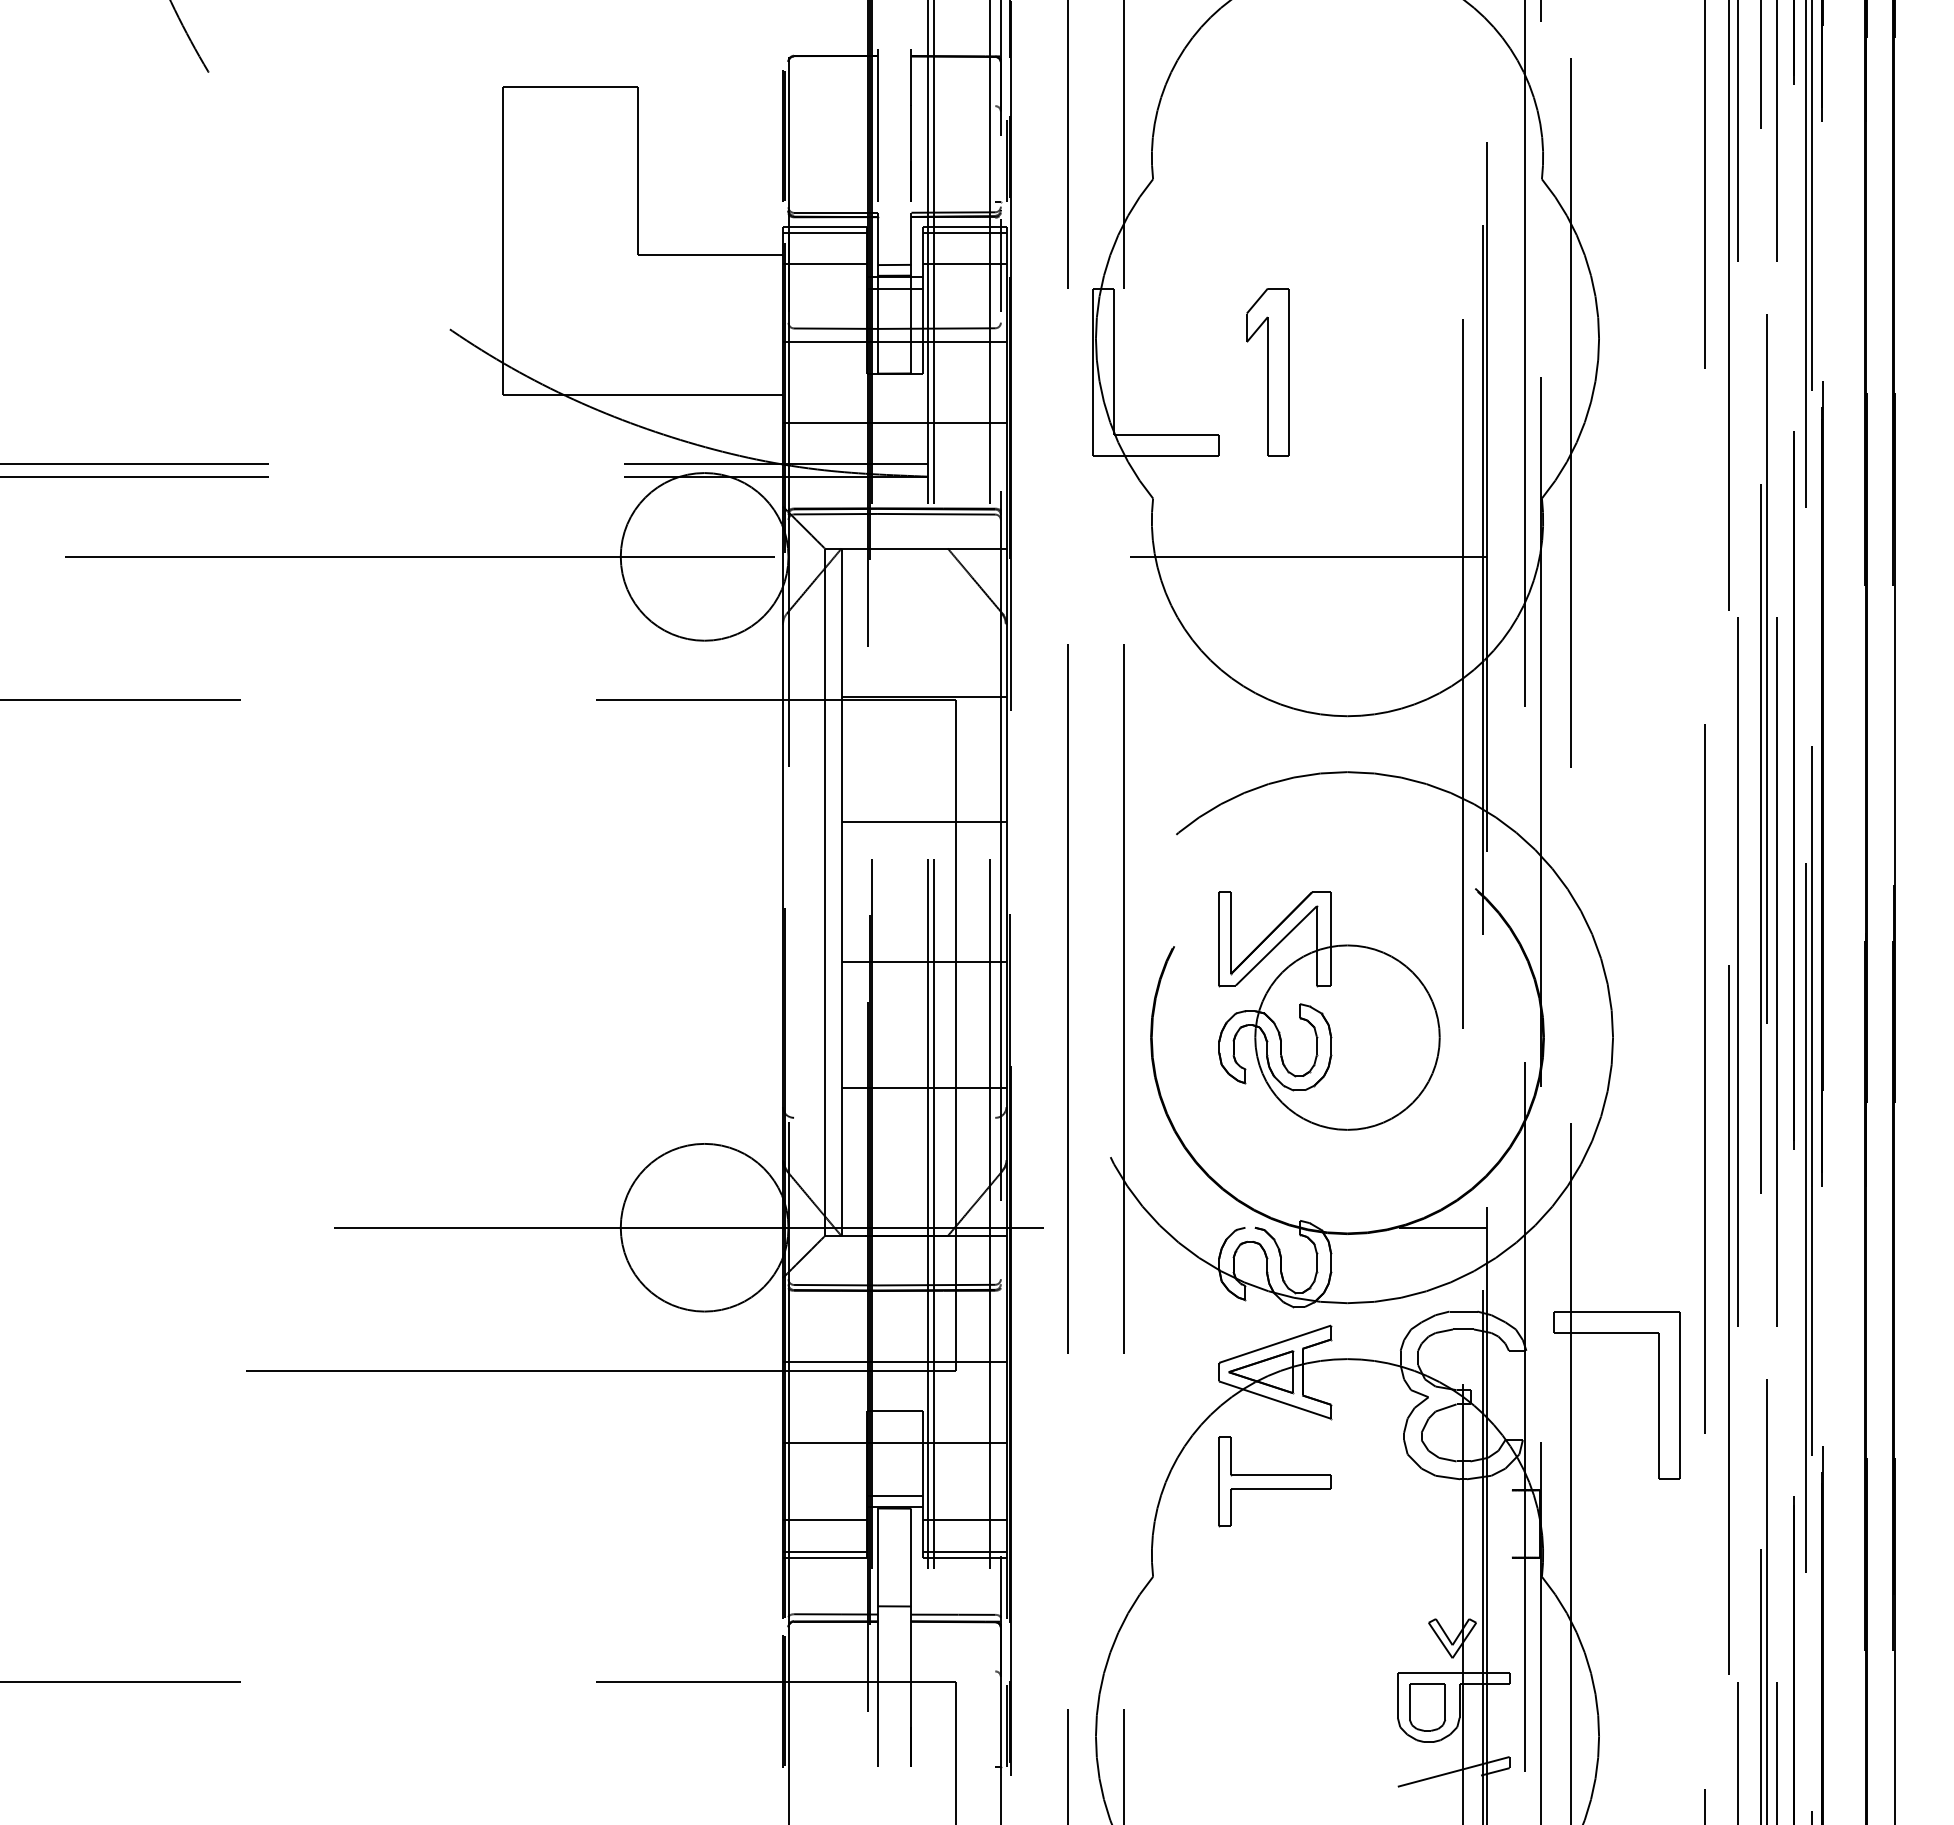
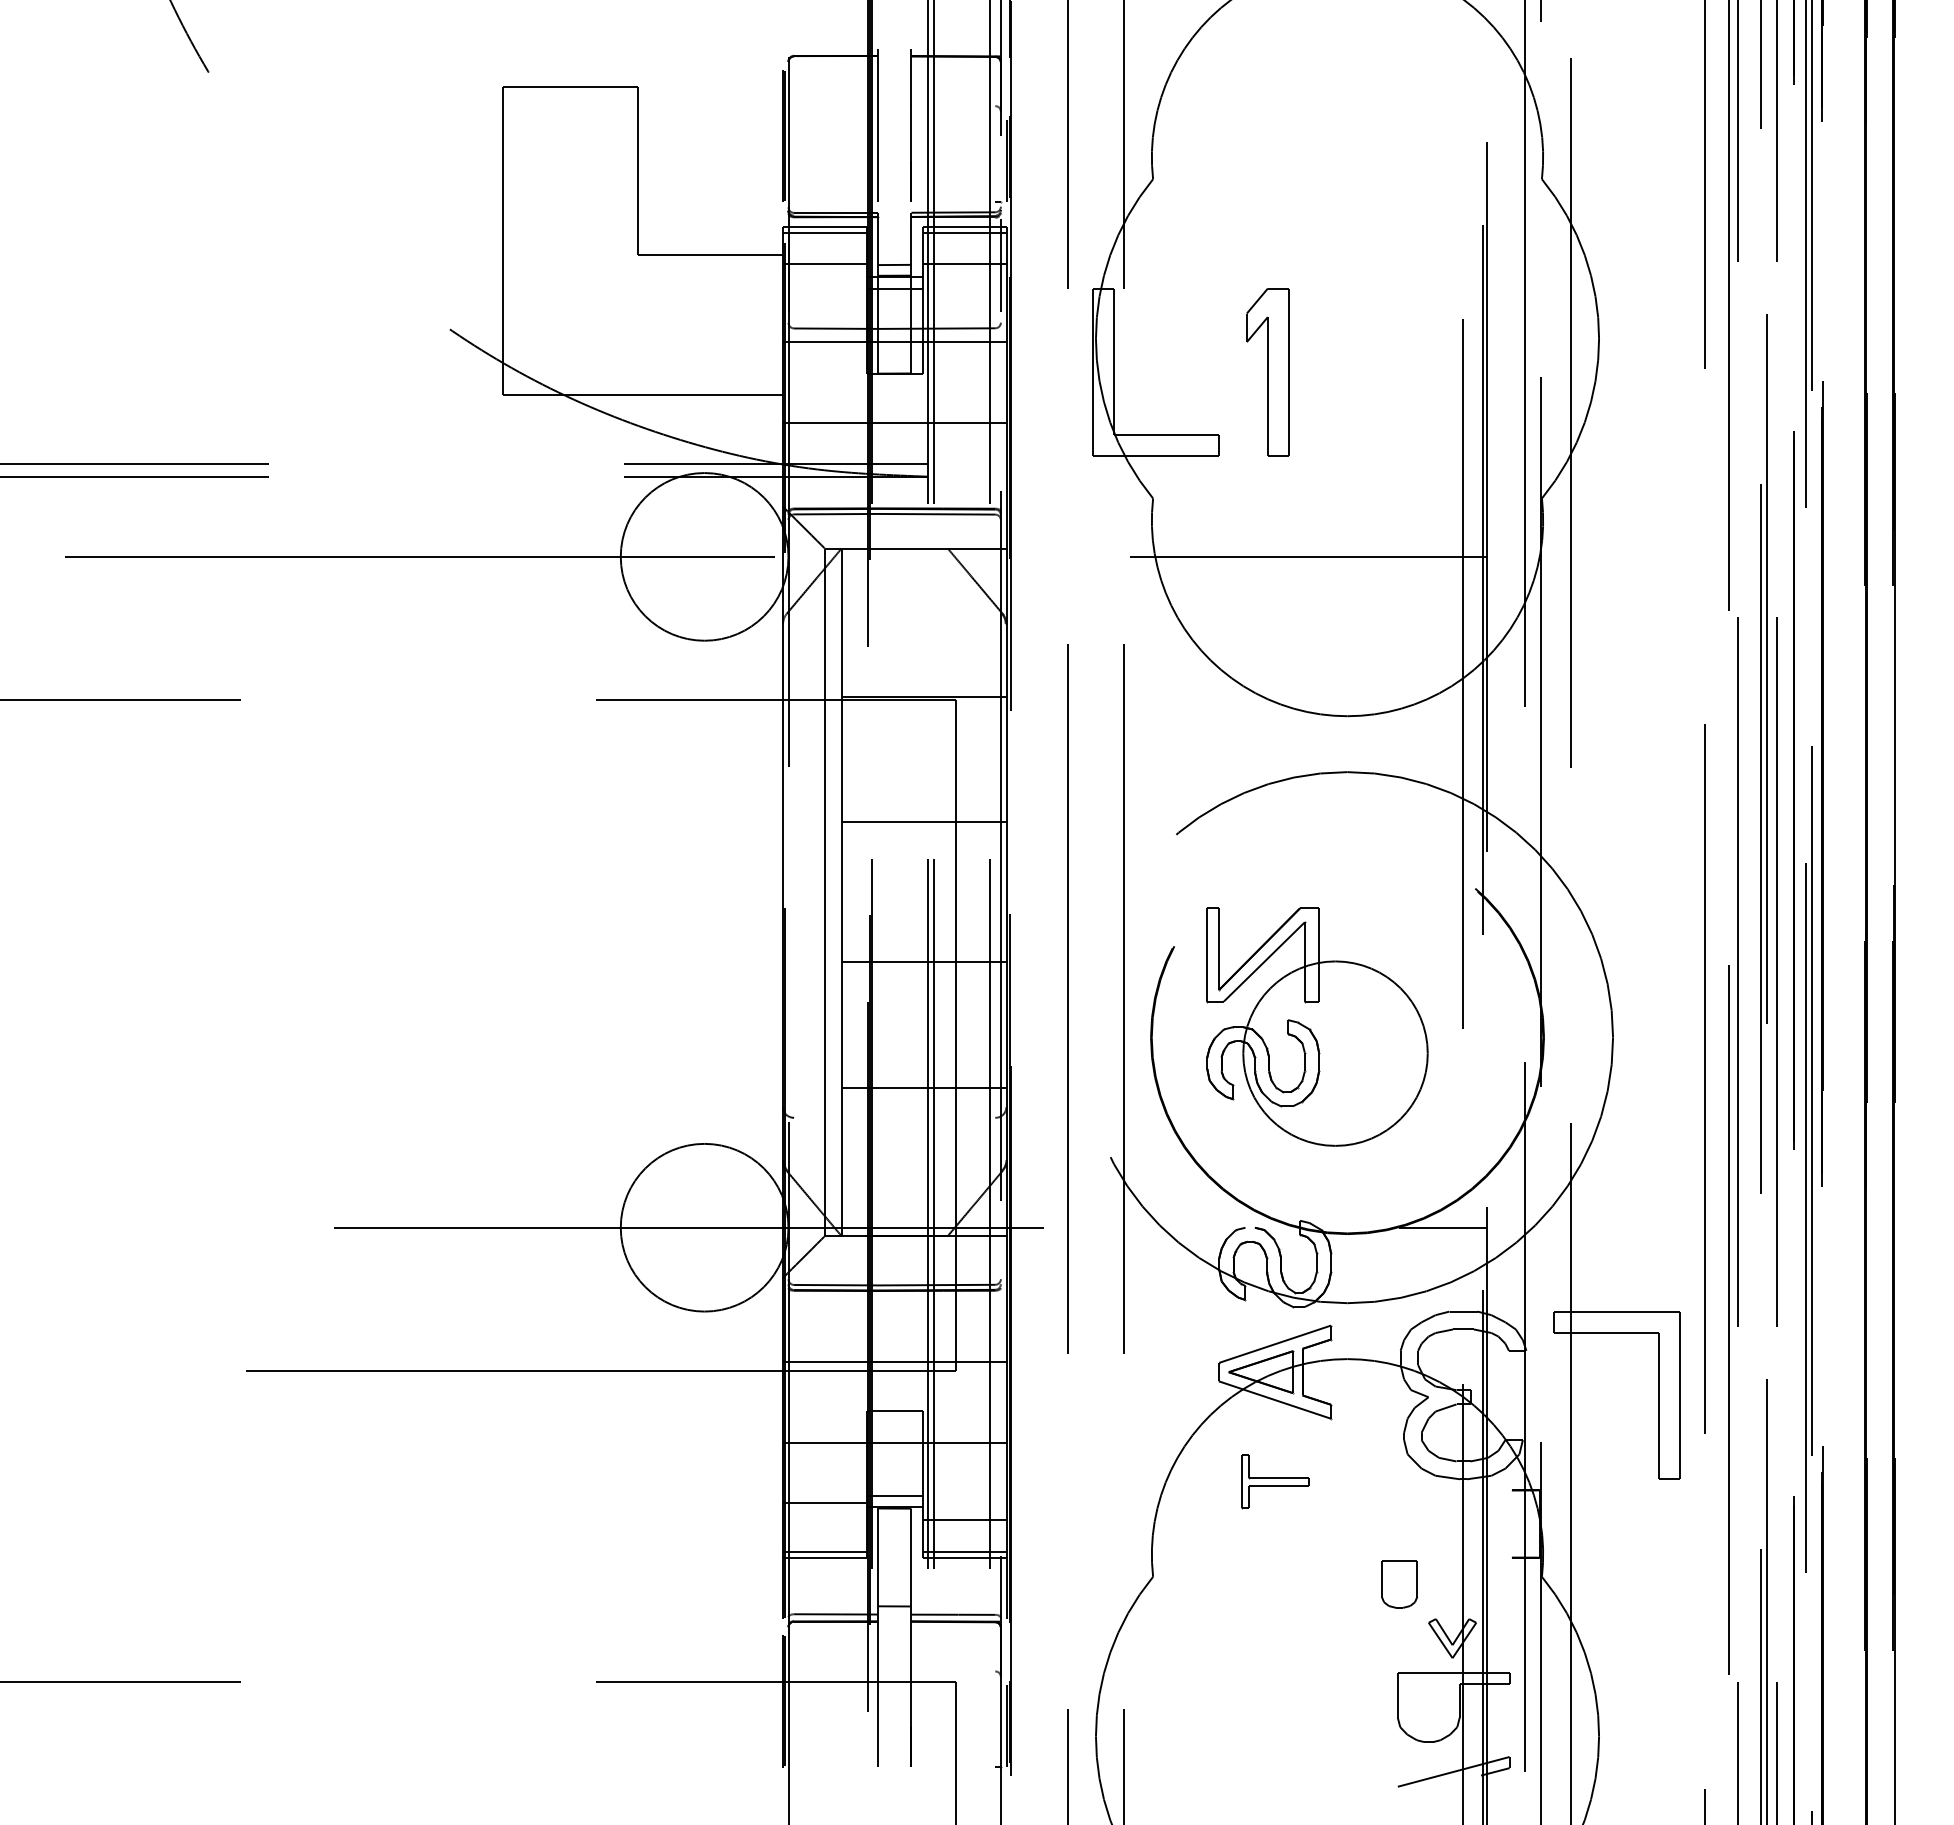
part at (1329, 1010) position: (1329, 1010) -> (1317, 1026)
part at (1274, 1481) size: 114x92 px -> 69x56 px
line at (824, 1520) position: (824, 1520) -> (824, 1503)
part at (1427, 1707) position: (1427, 1707) -> (1399, 1584)
